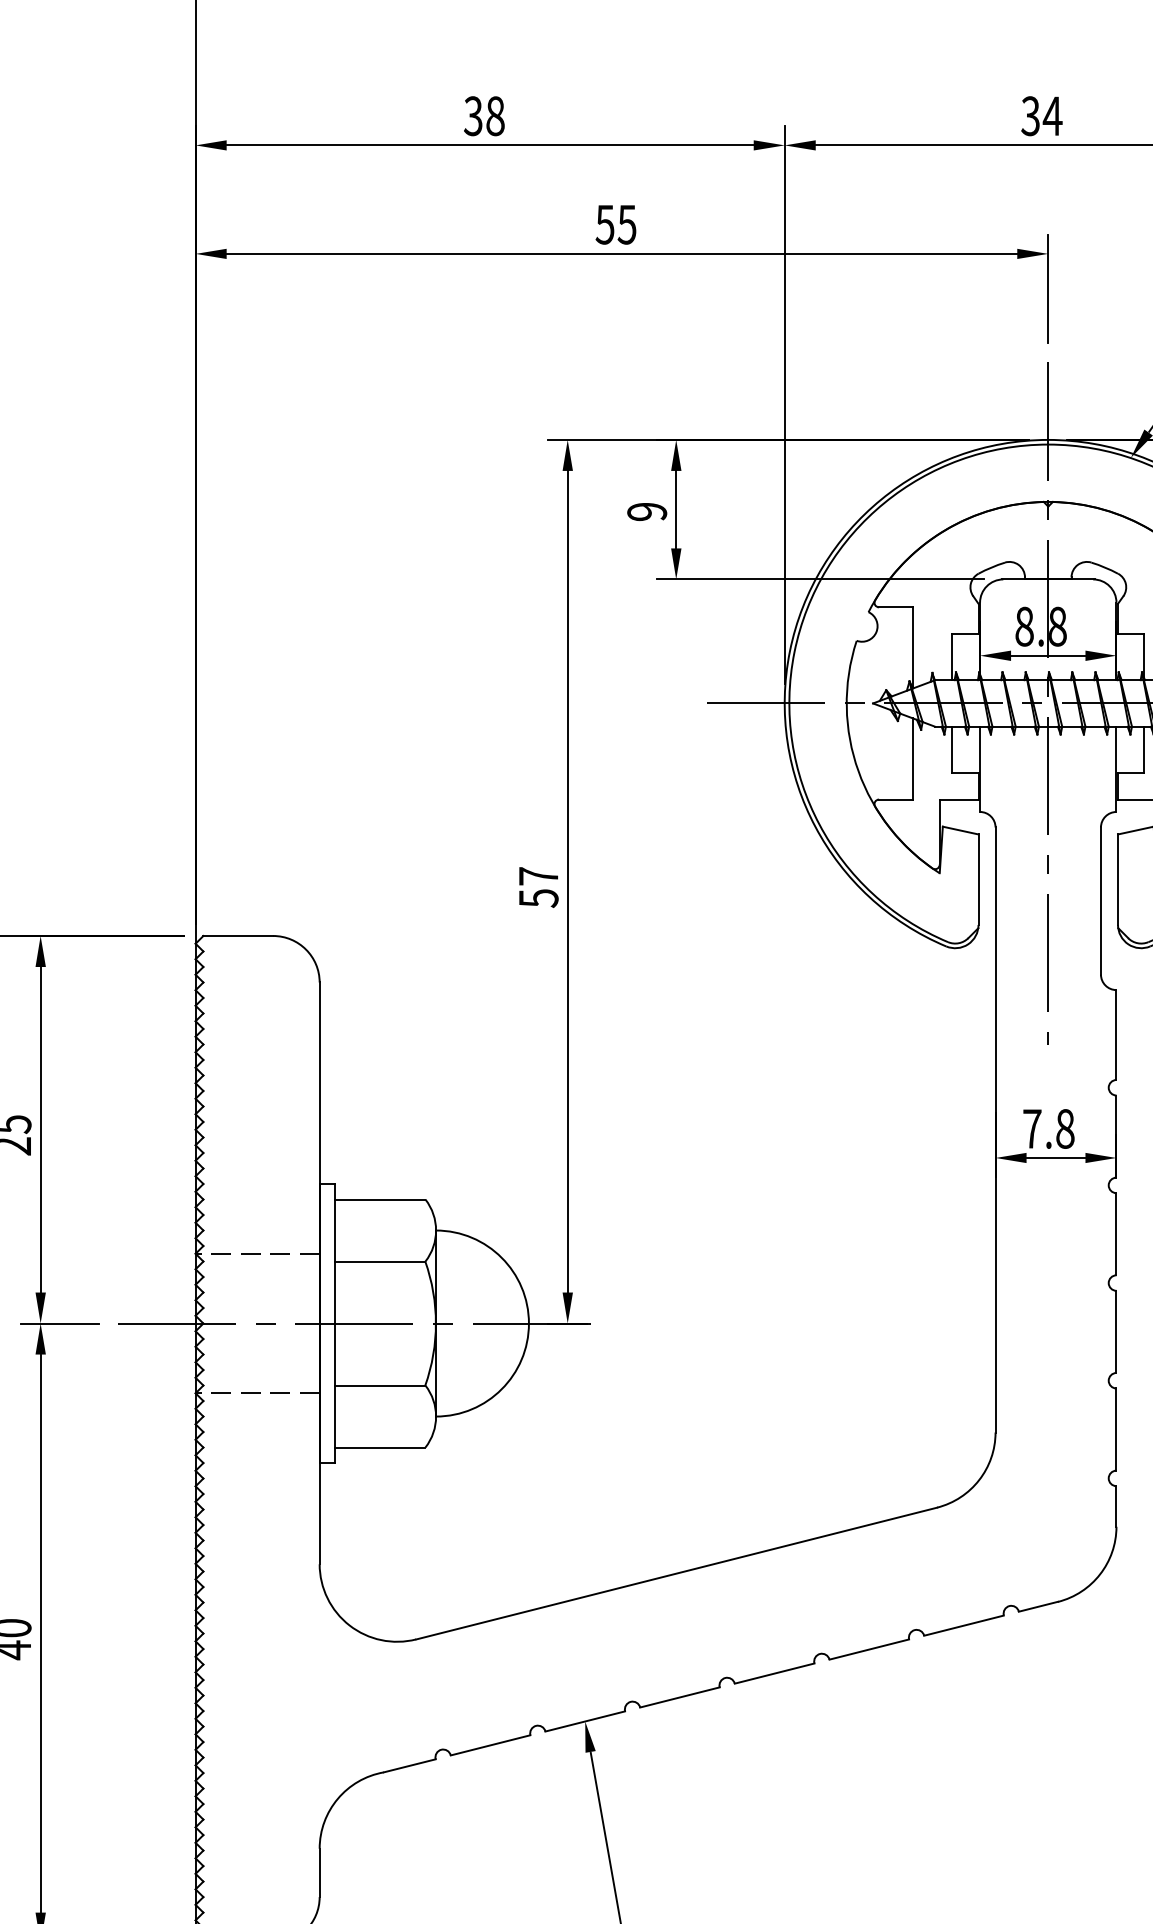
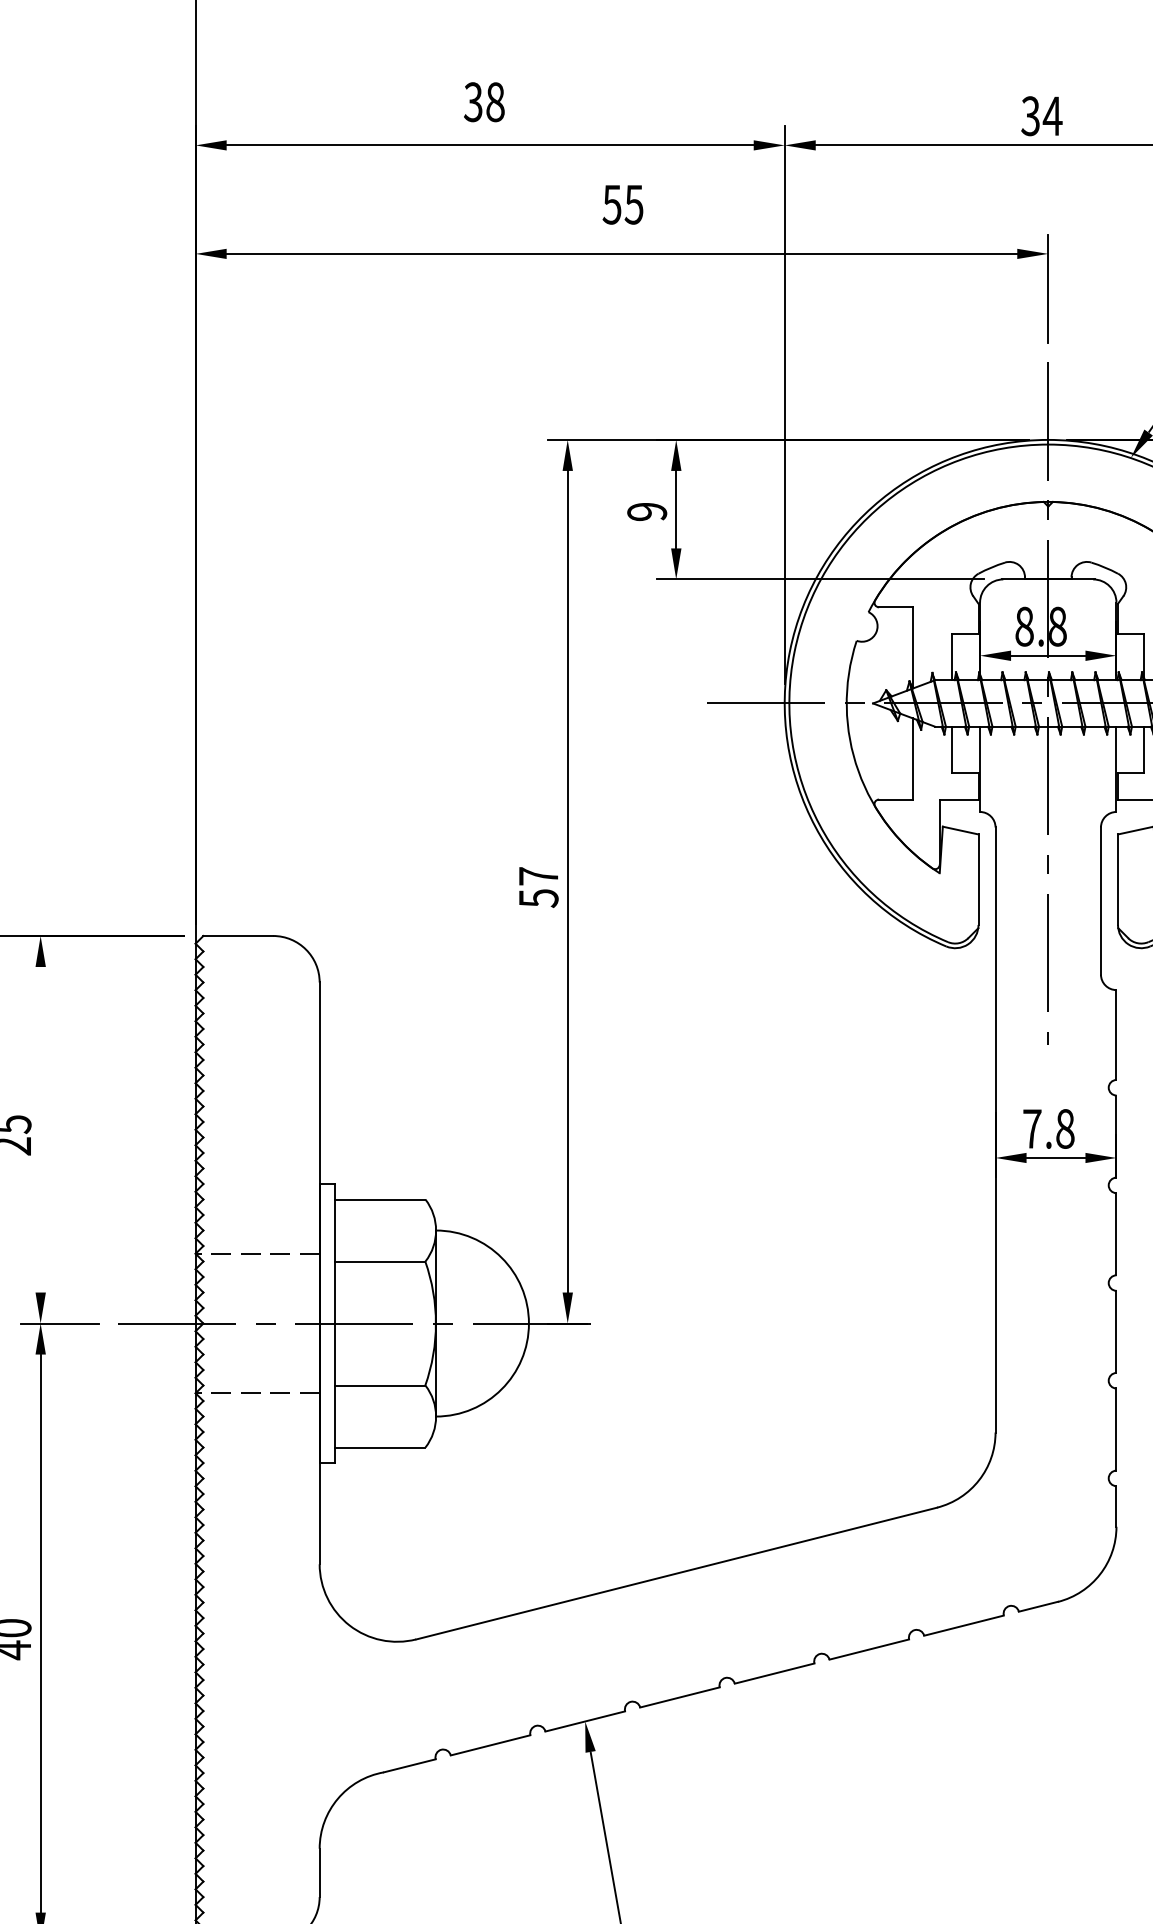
text at (484, 116) position: (484, 116) -> (484, 102)
text at (615, 224) position: (615, 224) -> (622, 204)
line at (40, 1129): present -> none
